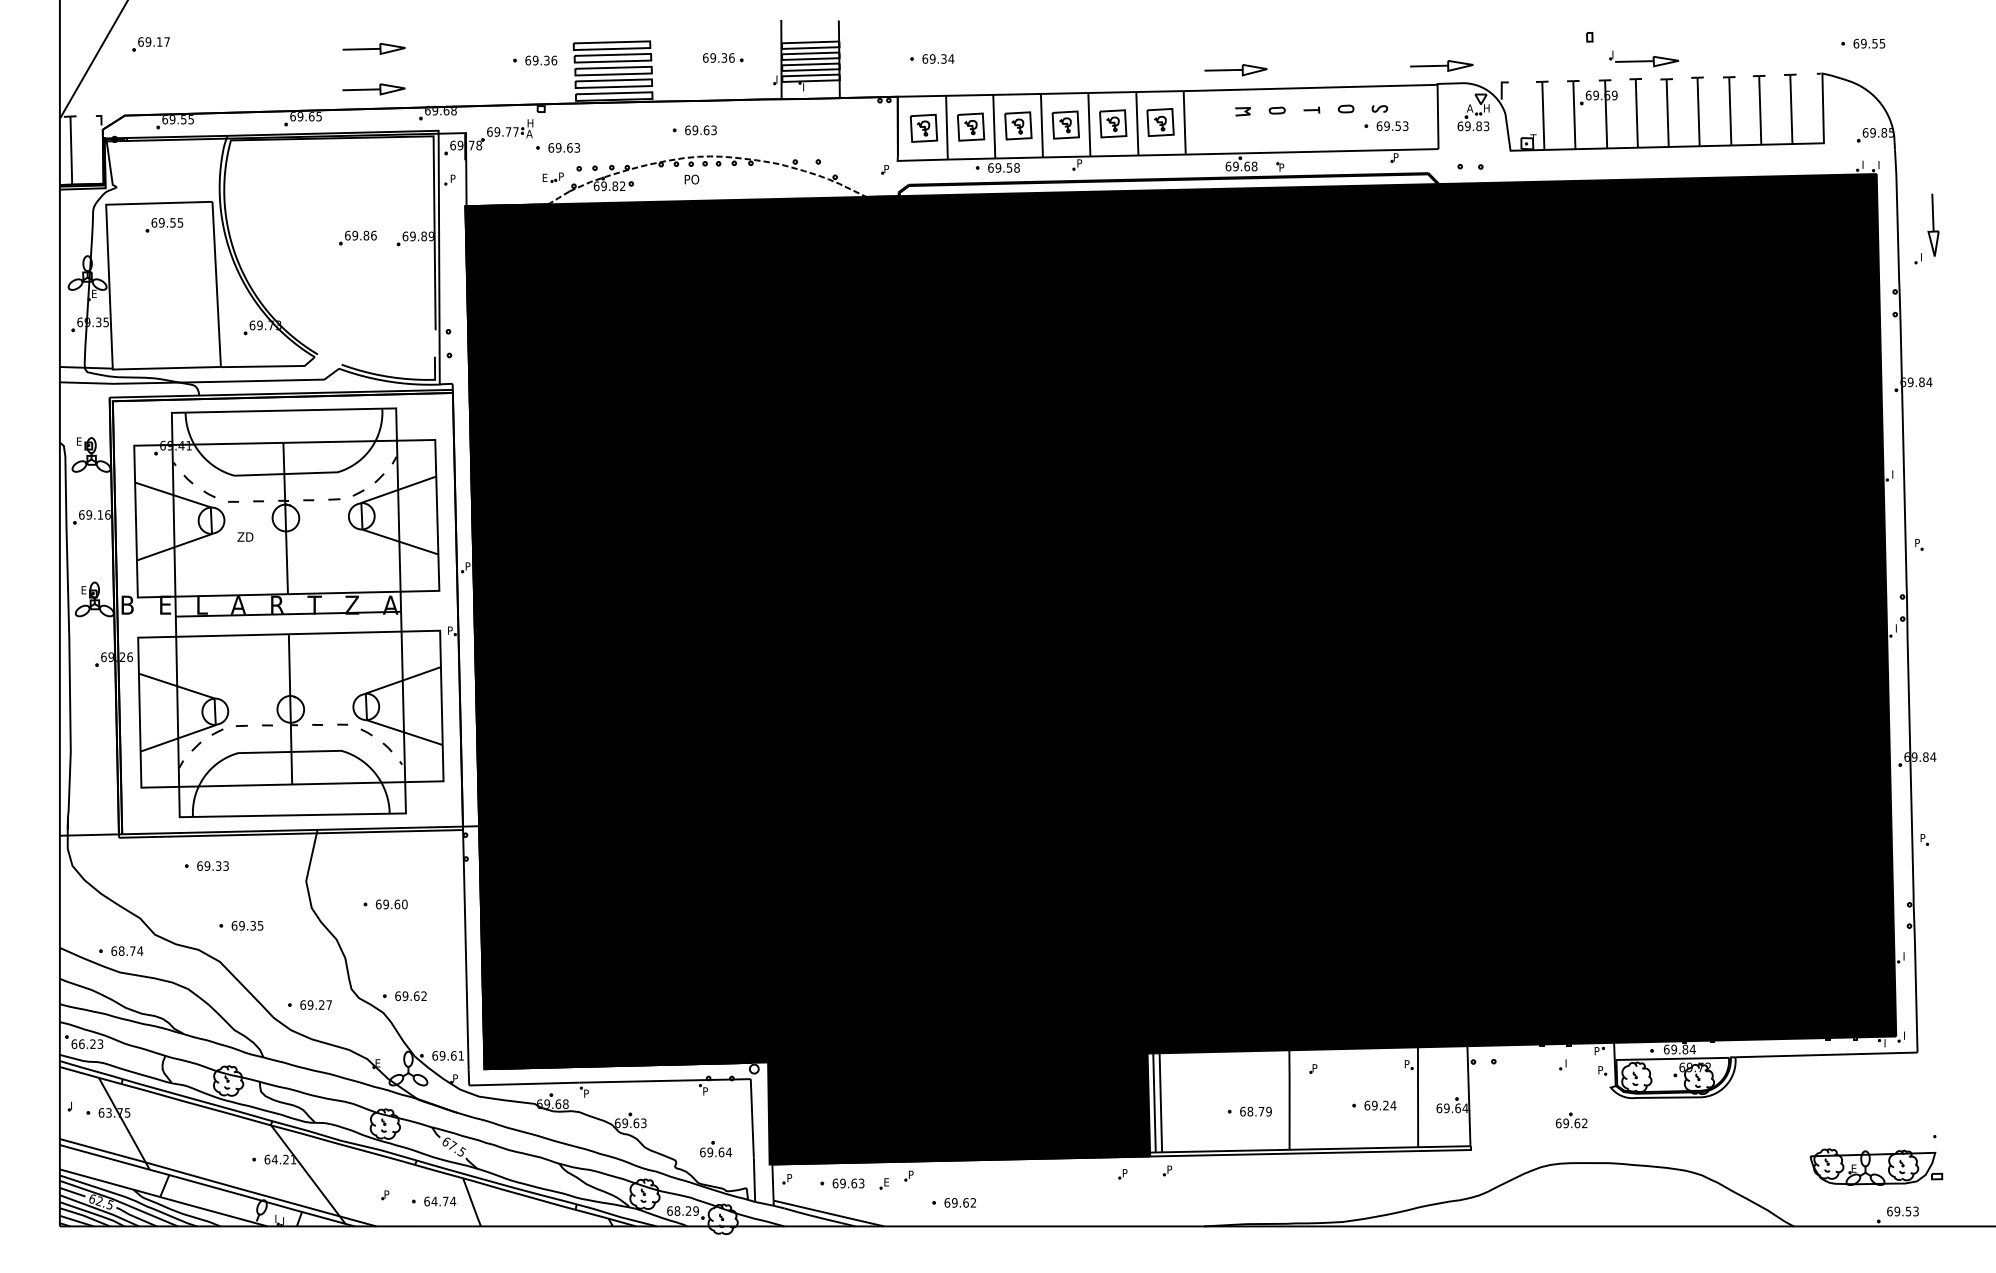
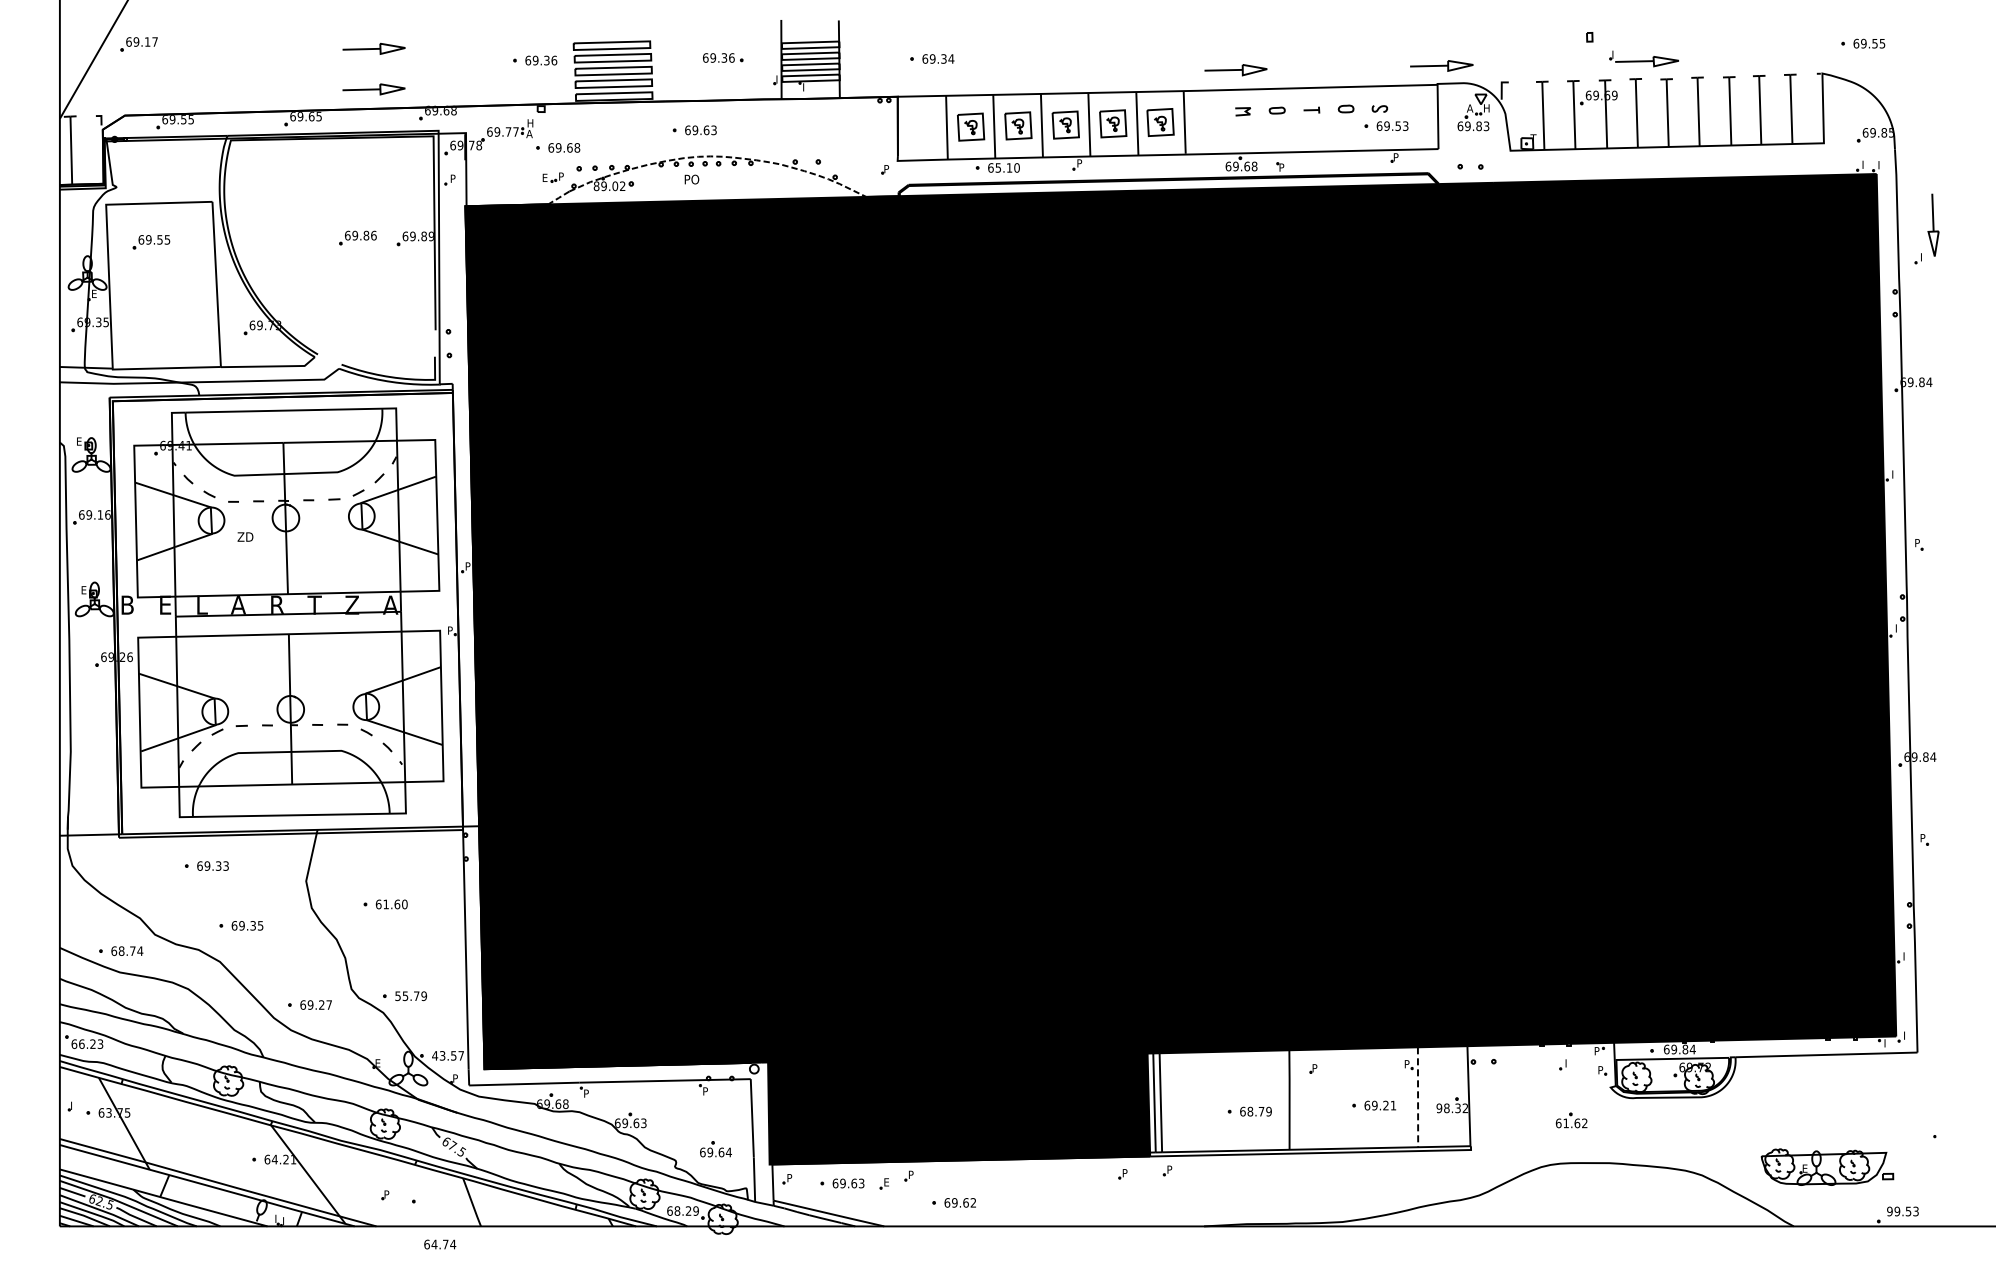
part at (150, 44) position: (150, 44) -> (138, 44)
part at (923, 127): present -> none
text at (577, 147): 69.63 -> 69.68
text at (1007, 167): 69.58 -> 65.10
text at (605, 185): 69.82 -> 89.02
part at (164, 225) position: (164, 225) -> (151, 242)
text at (386, 904): 69.60 -> 61.60
text at (411, 996): 69.62 -> 55.79
text at (447, 1055): 69.61 -> 43.57
line at (1418, 1097): solid -> dashed
text at (1393, 1105): 69.24 -> 69.21
text at (1452, 1108): 69.64 -> 98.32
text at (1566, 1123): 69.62 -> 61.62
part at (1876, 1166) position: (1876, 1166) -> (1827, 1166)
text at (440, 1201) position: (440, 1201) -> (440, 1244)
text at (1889, 1211): 69.53 -> 99.53
